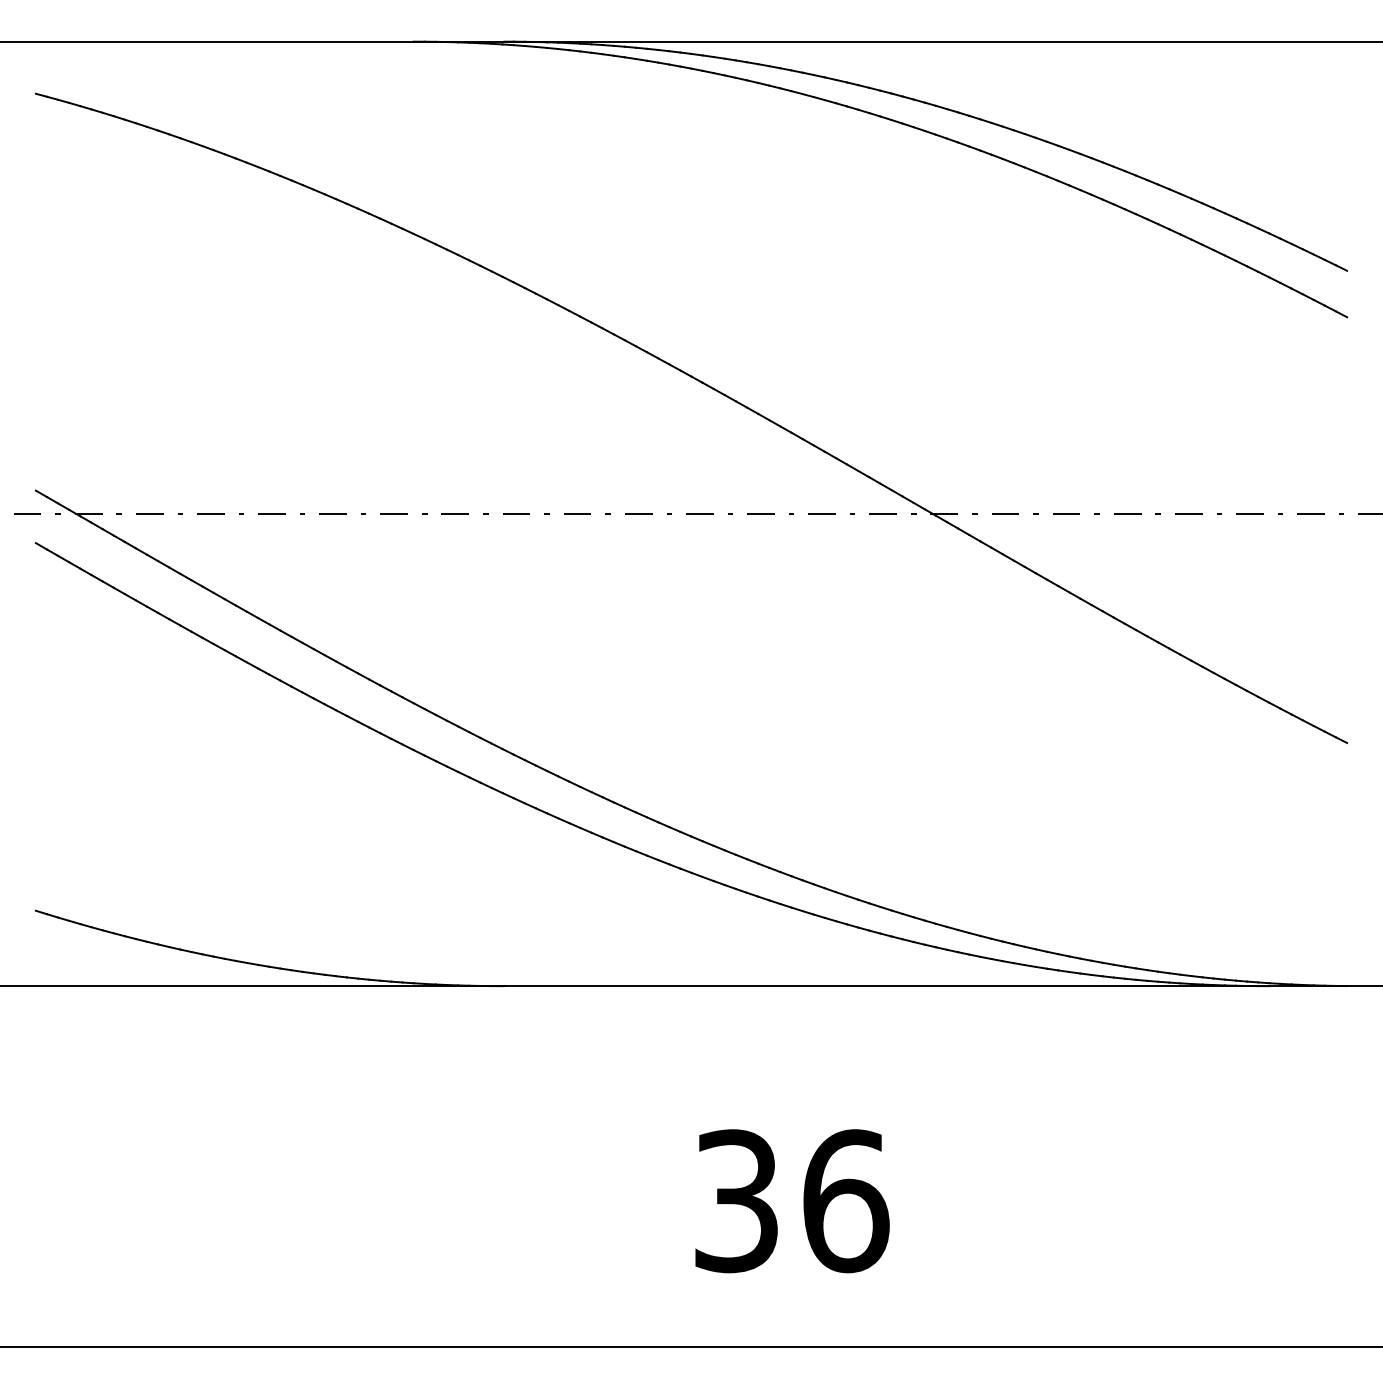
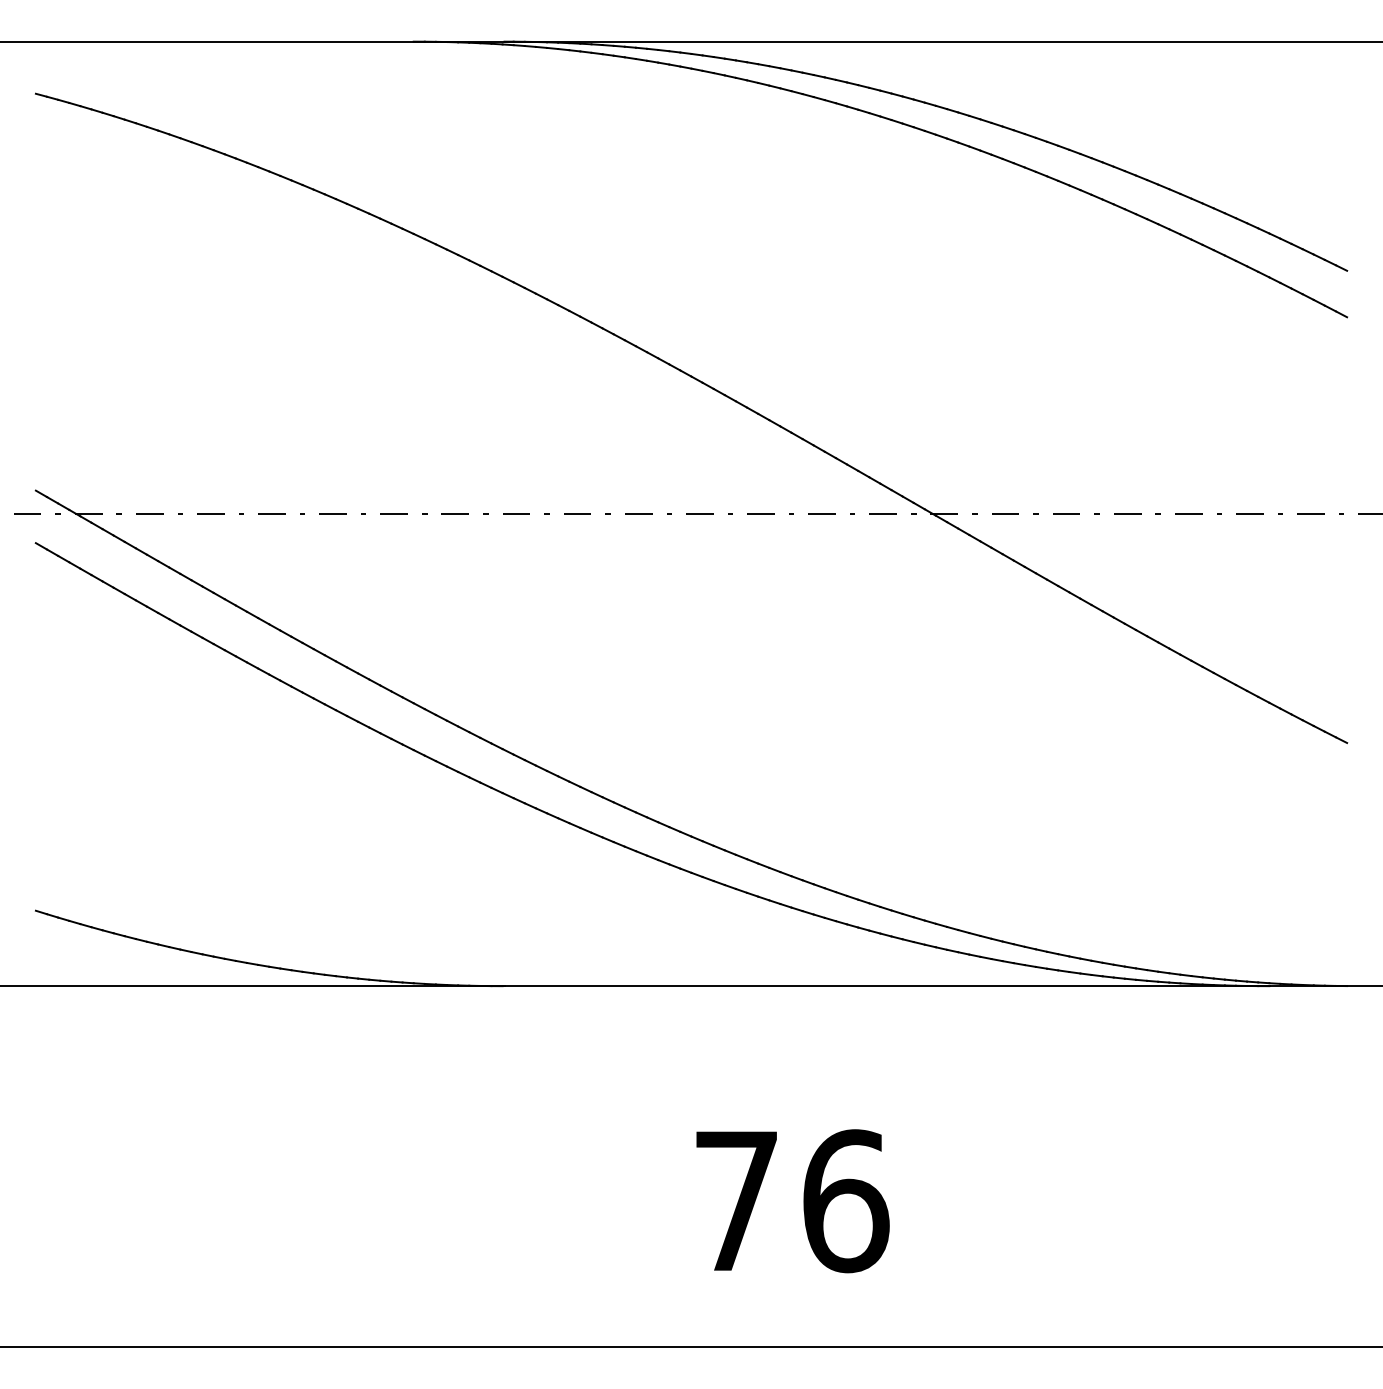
text at (736, 1201): 36 -> 76
